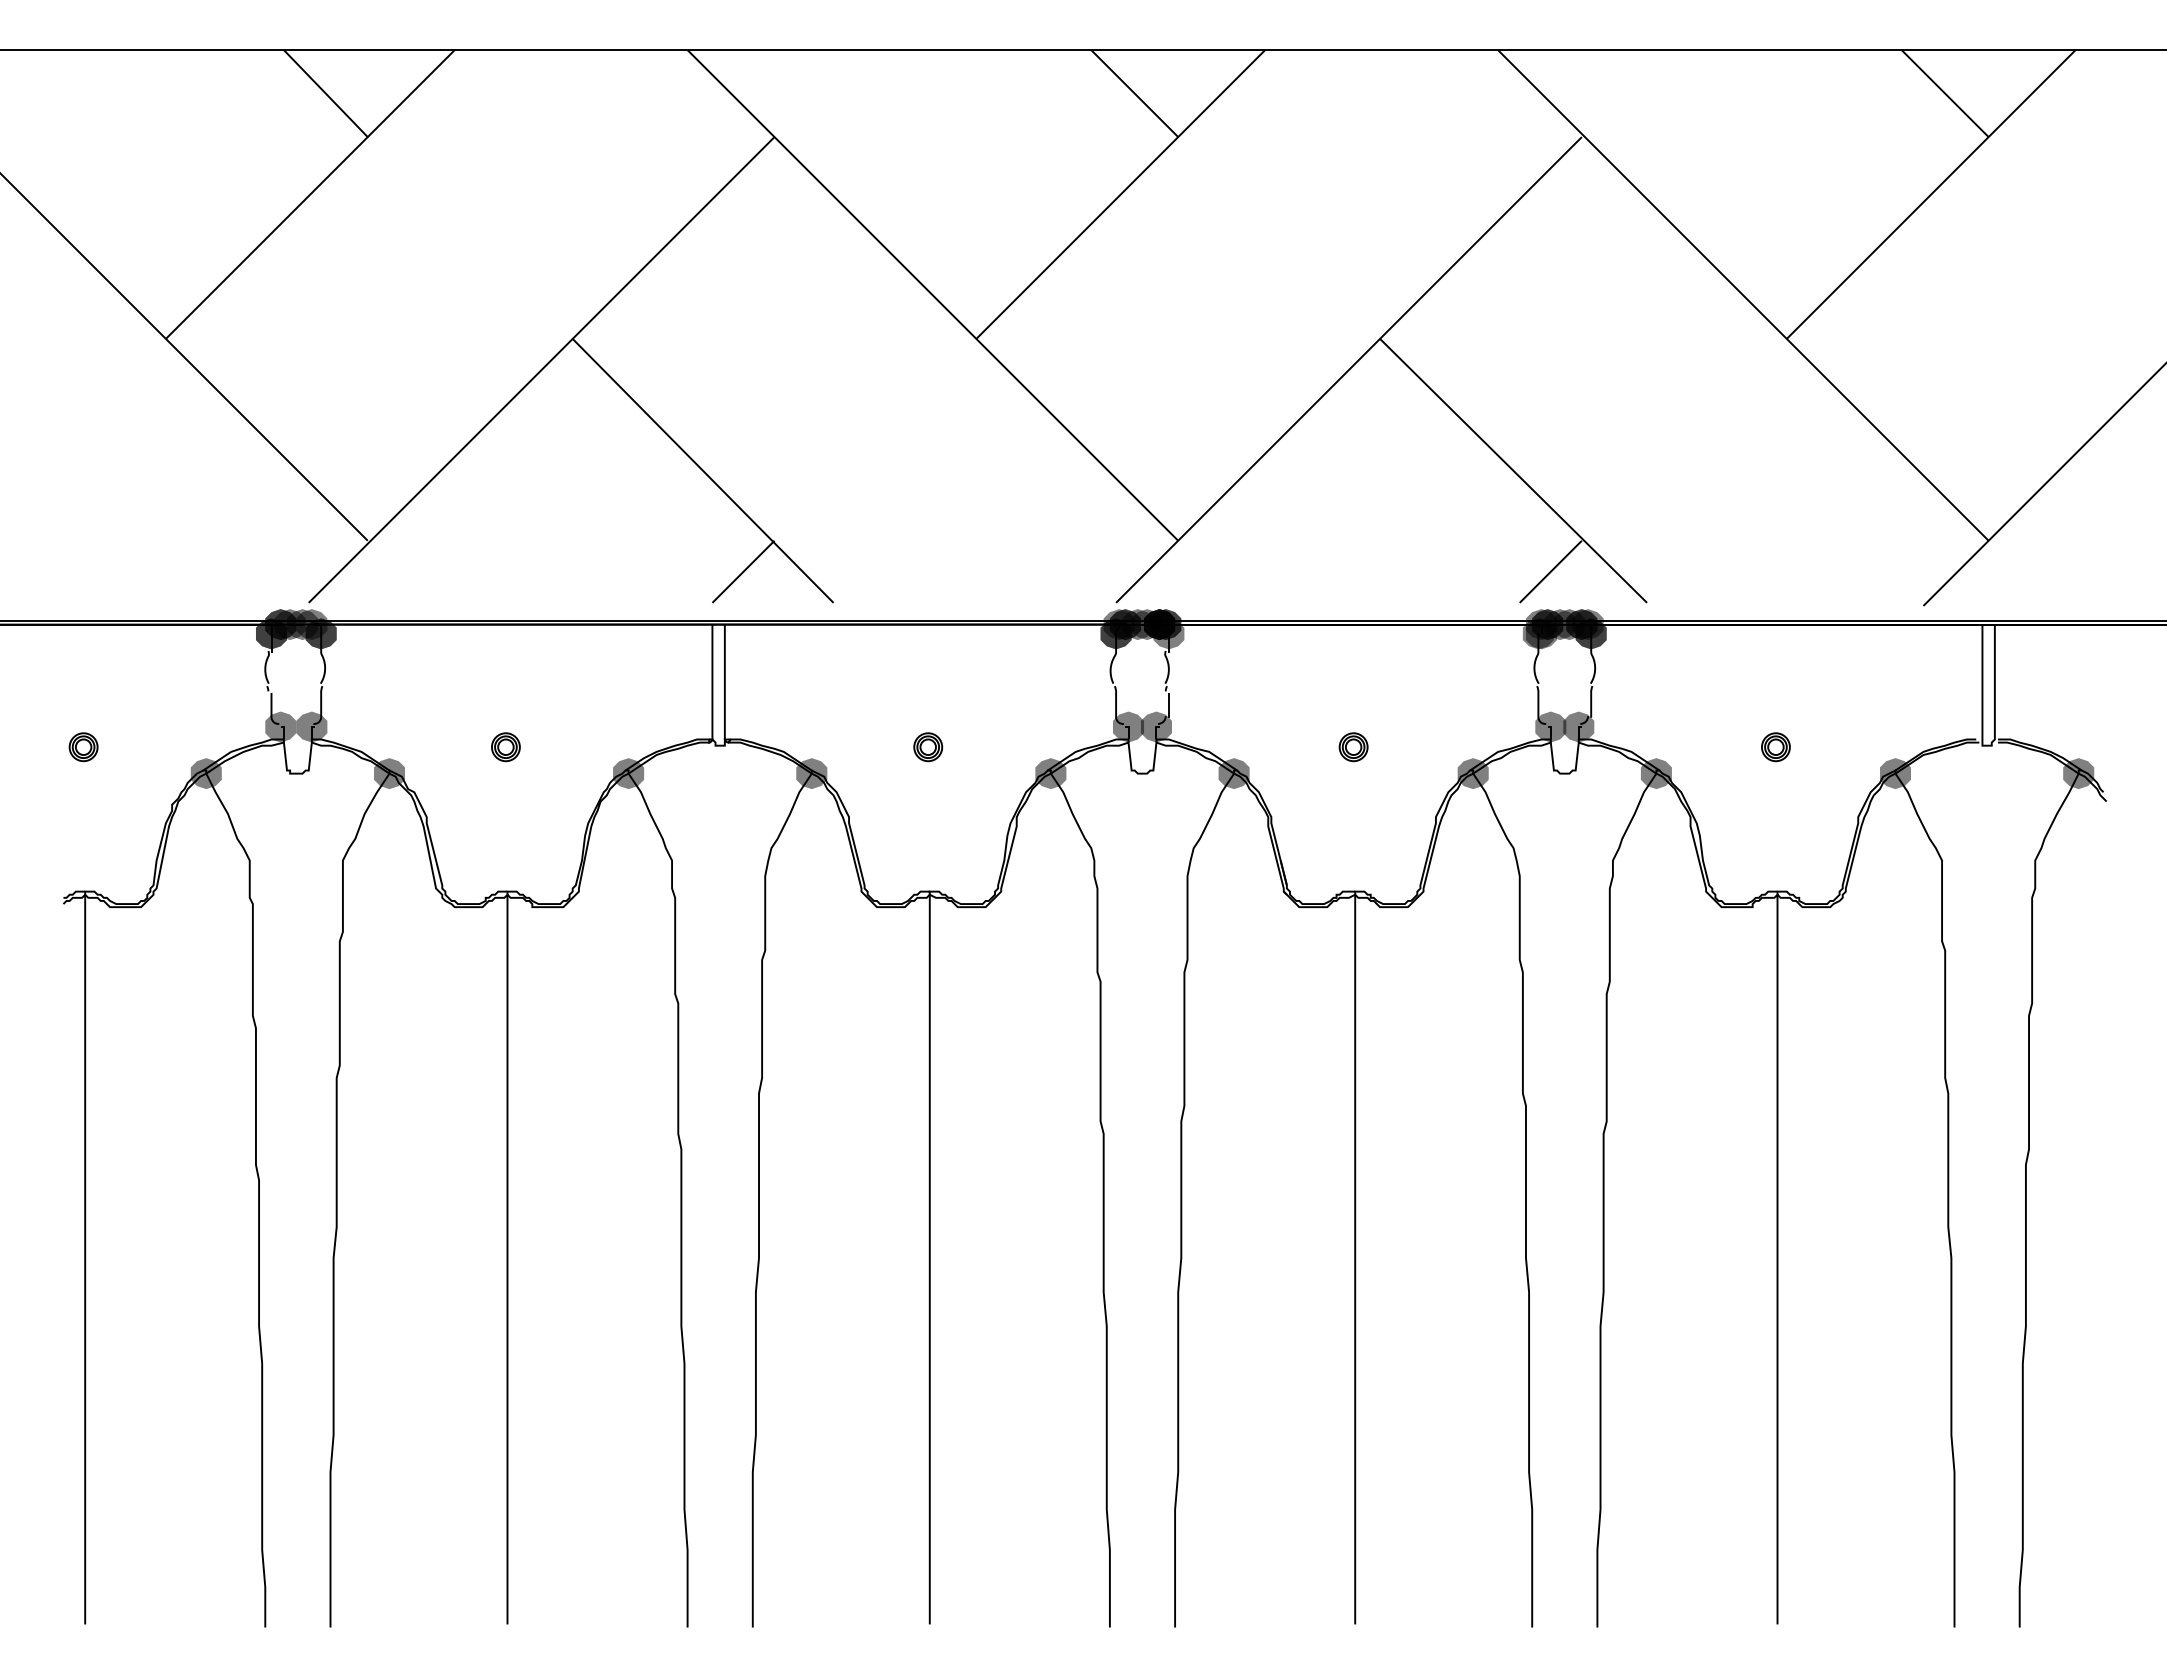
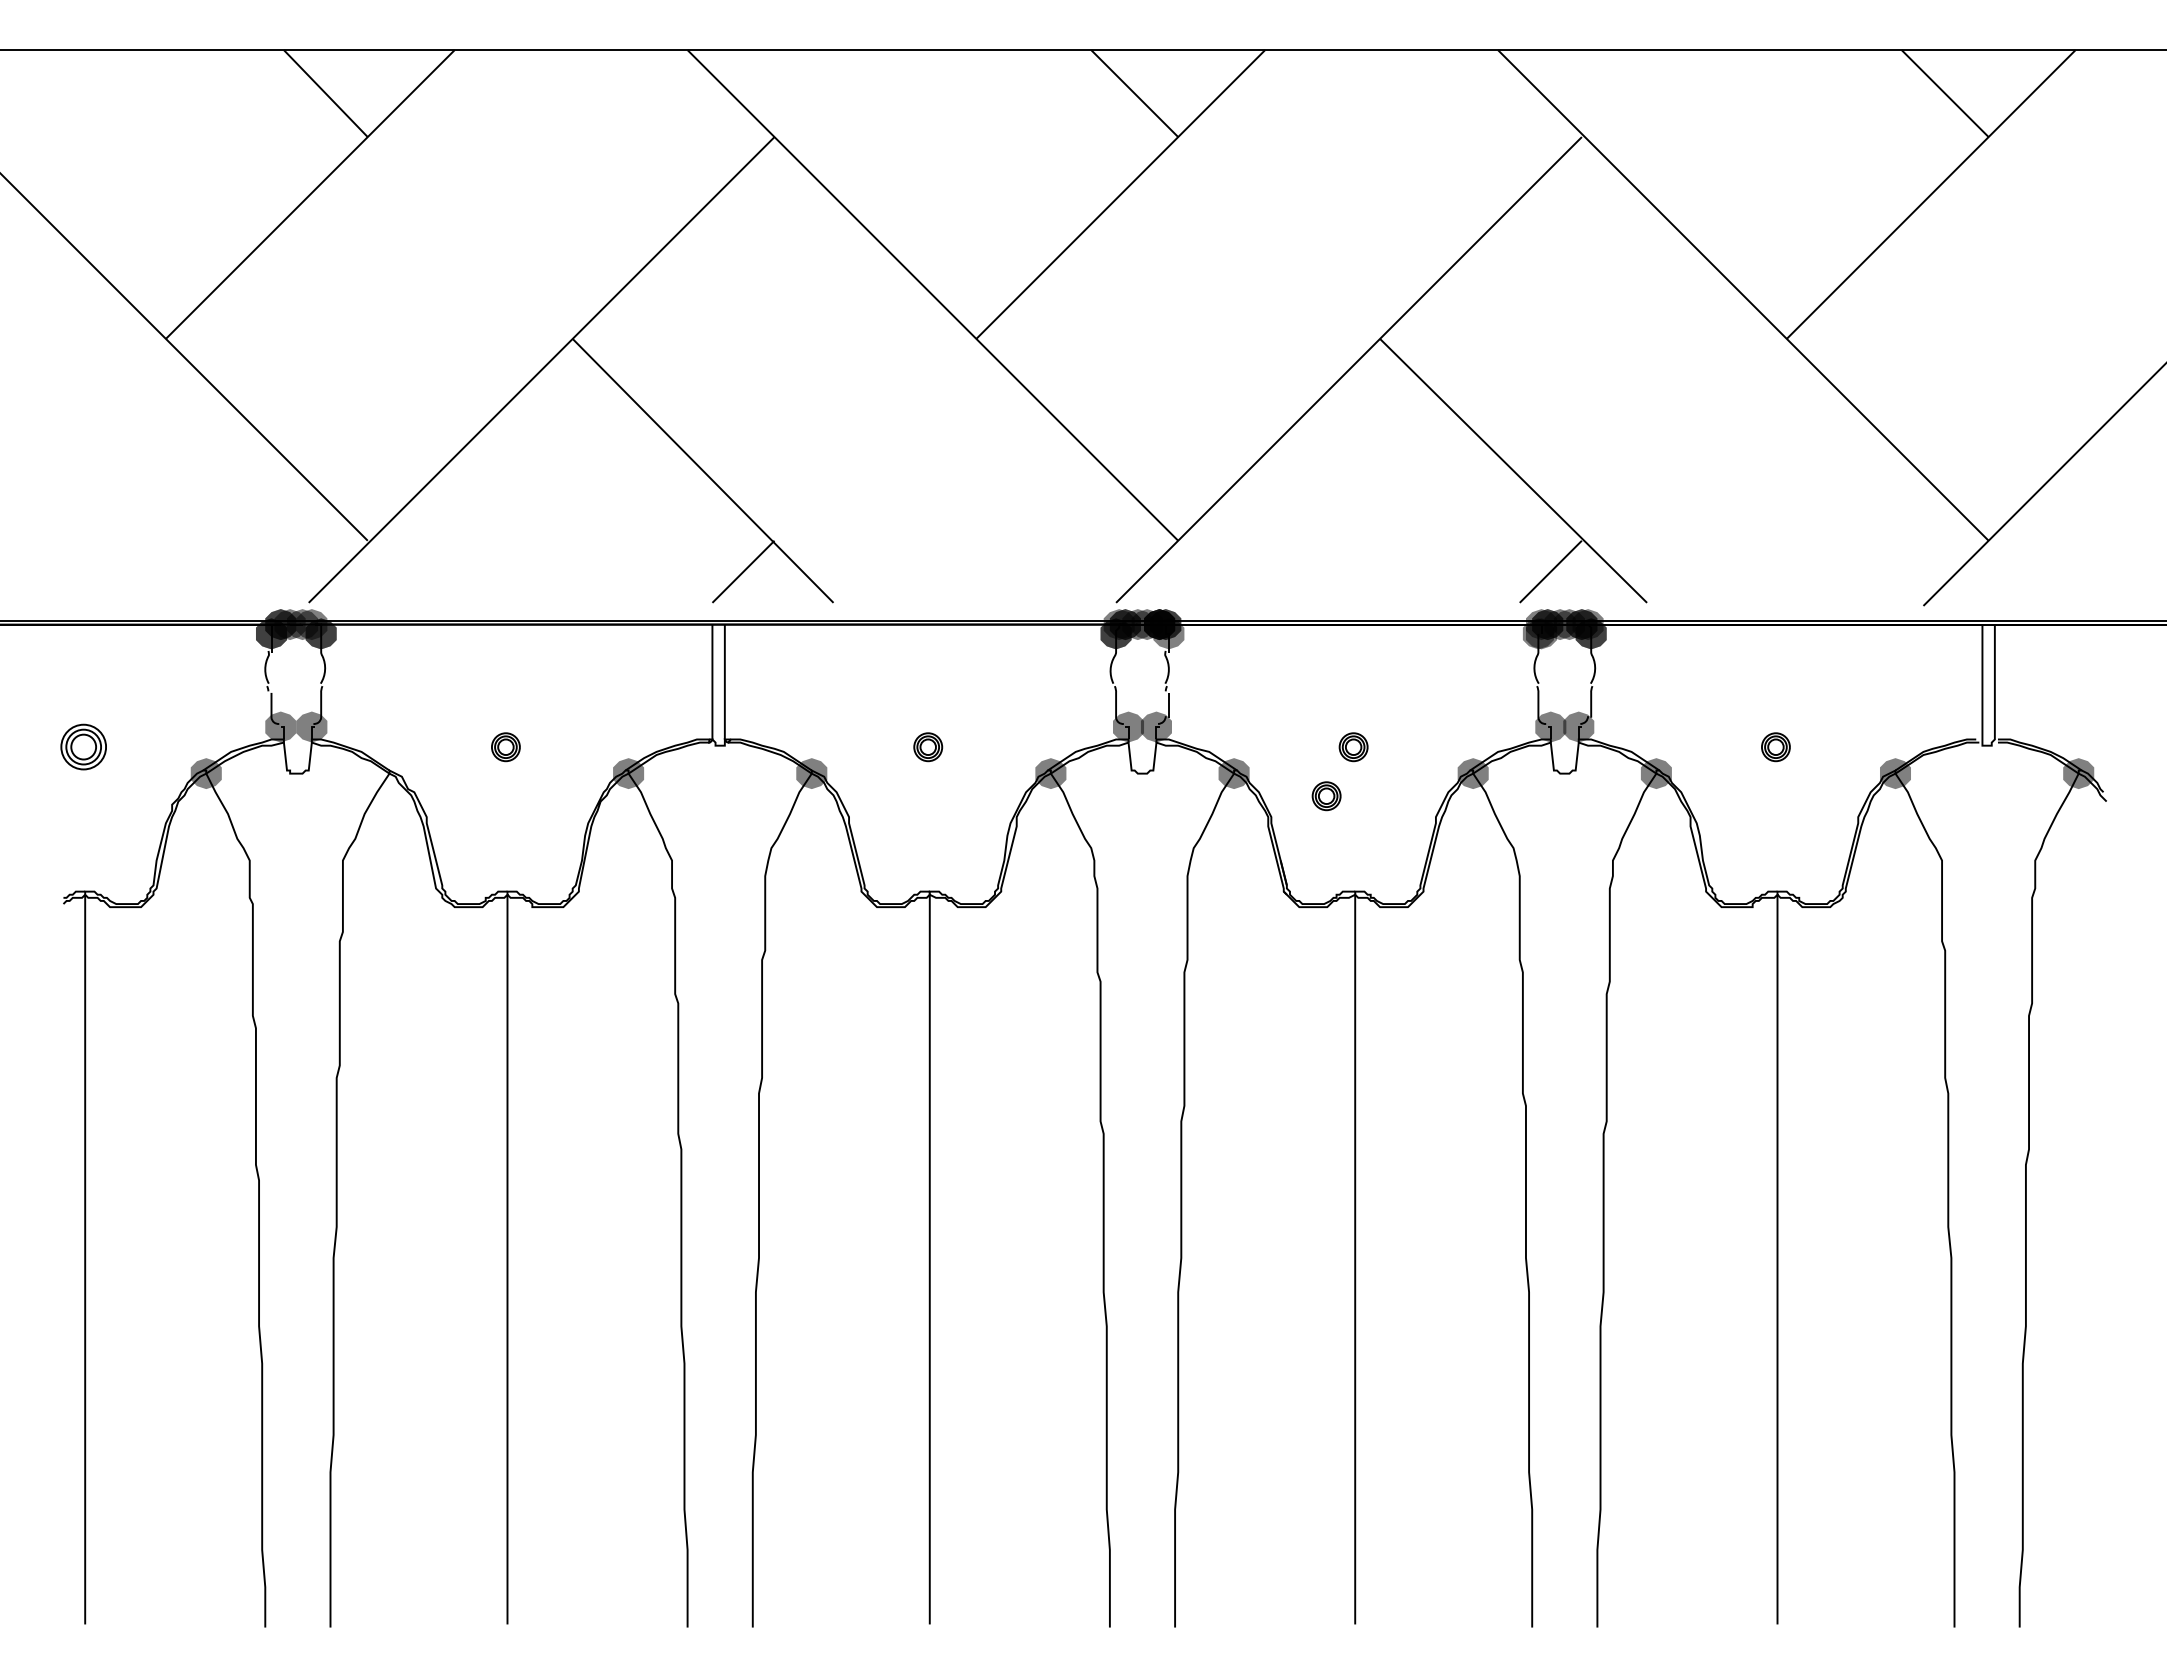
part at (83, 747) size: 31x31 px -> 47x48 px
fill at (389, 773): present -> none
part at (1326, 796): none -> present
